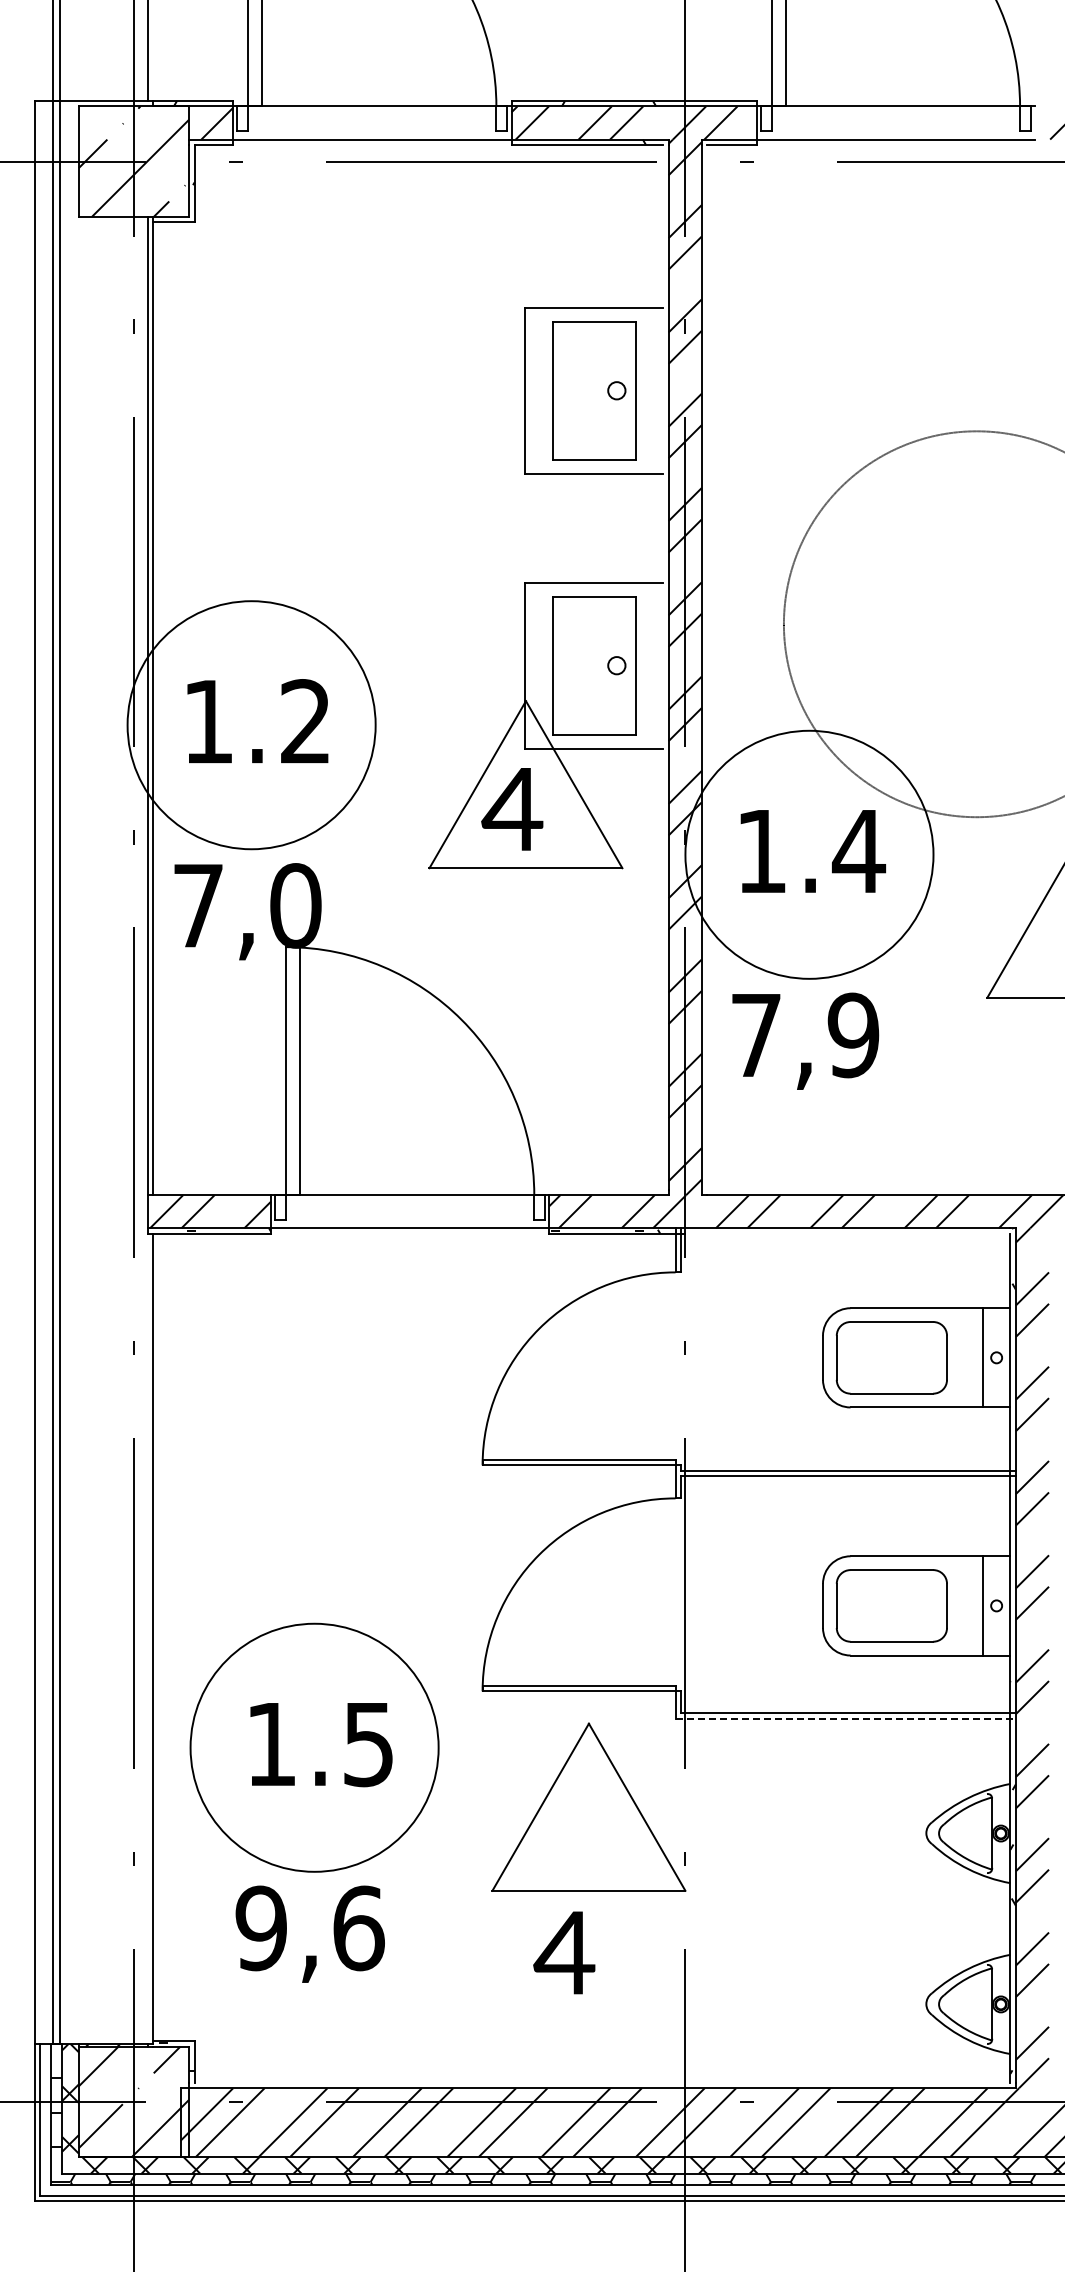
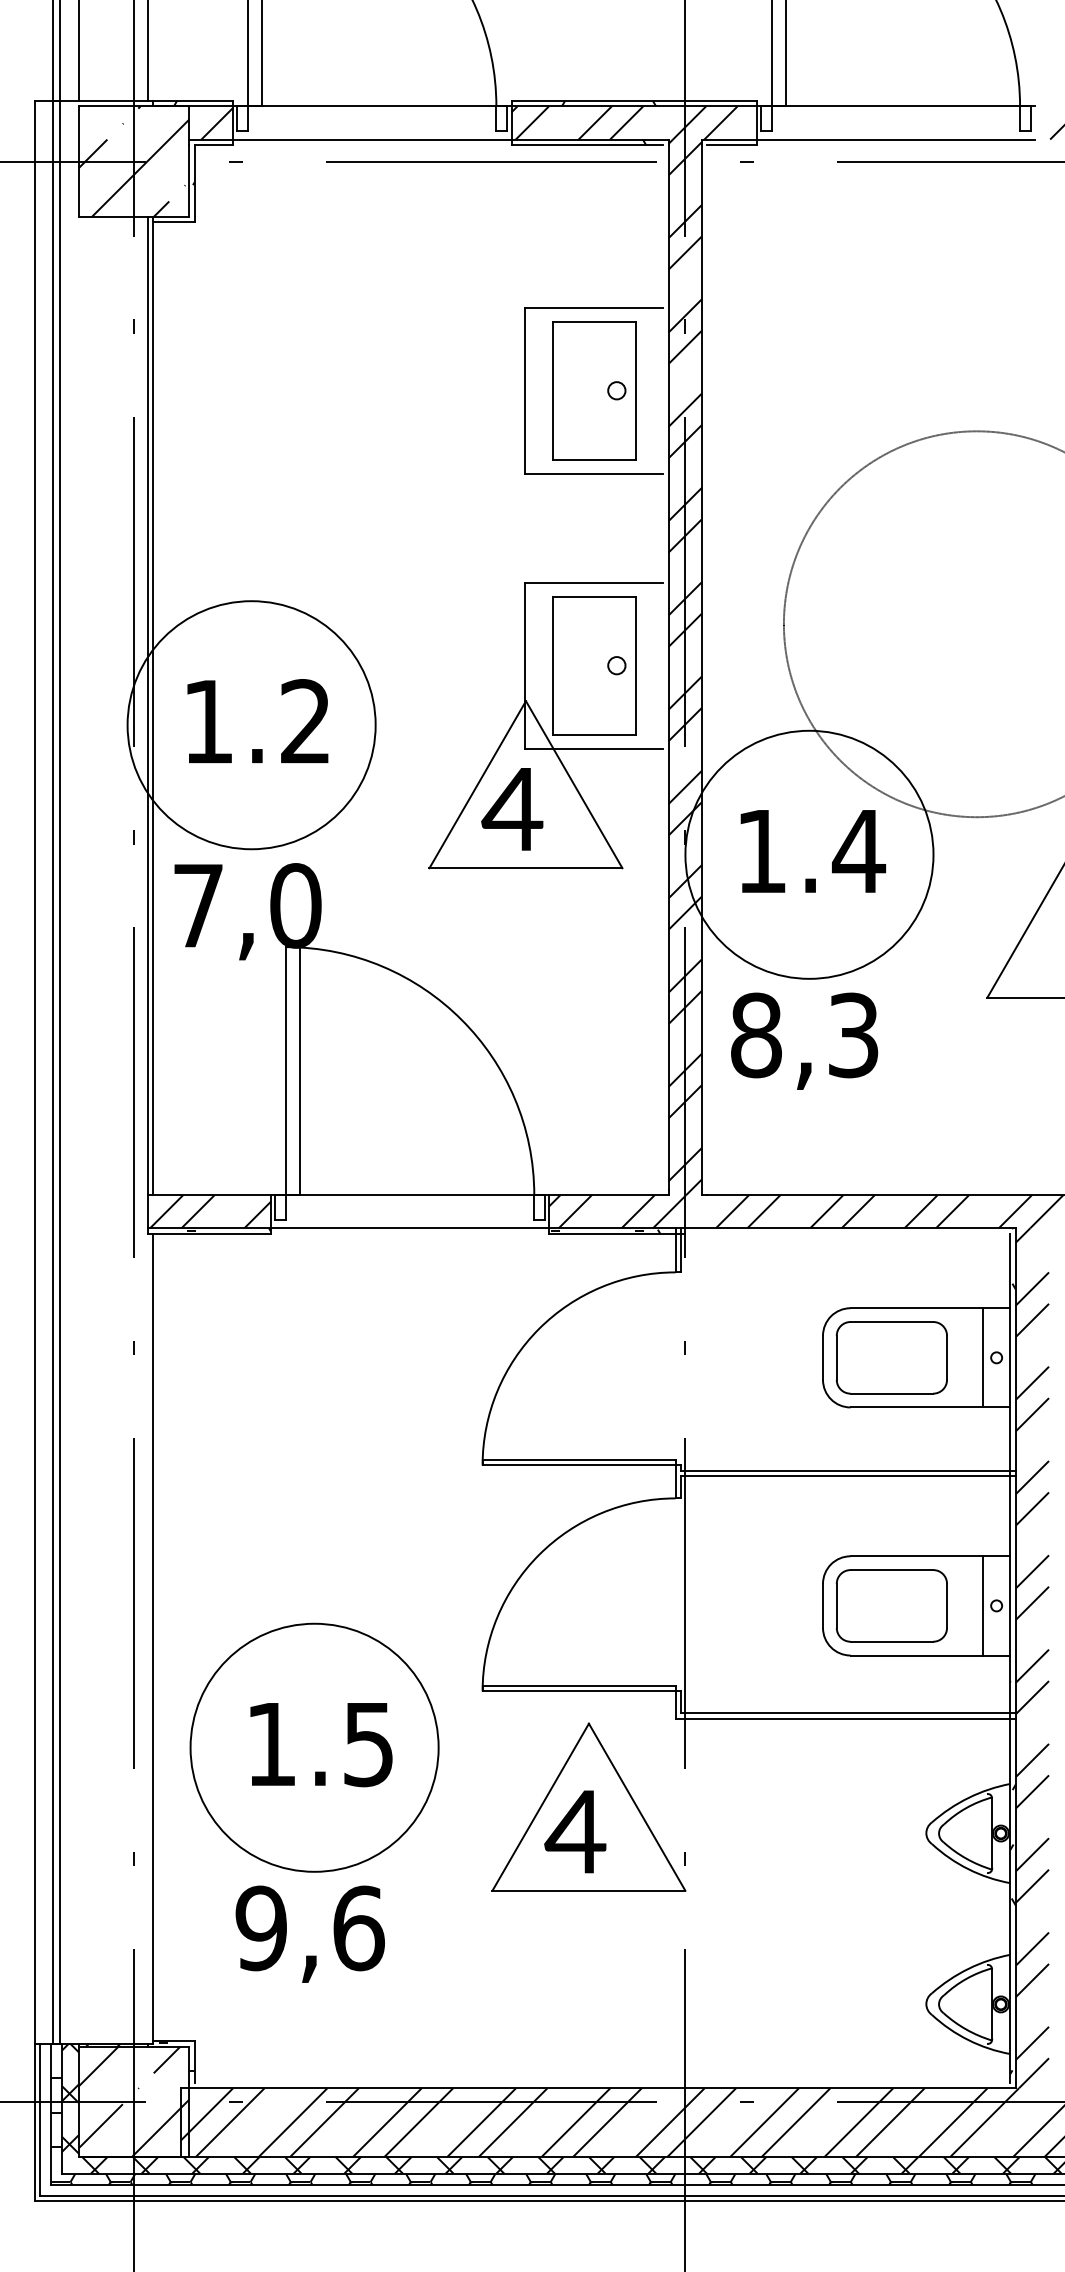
line at (78, 51): none -> present
text at (805, 1035): 7,9 -> 8,3
line at (846, 1718): dashed -> solid
text at (564, 1952) position: (564, 1952) -> (575, 1831)
